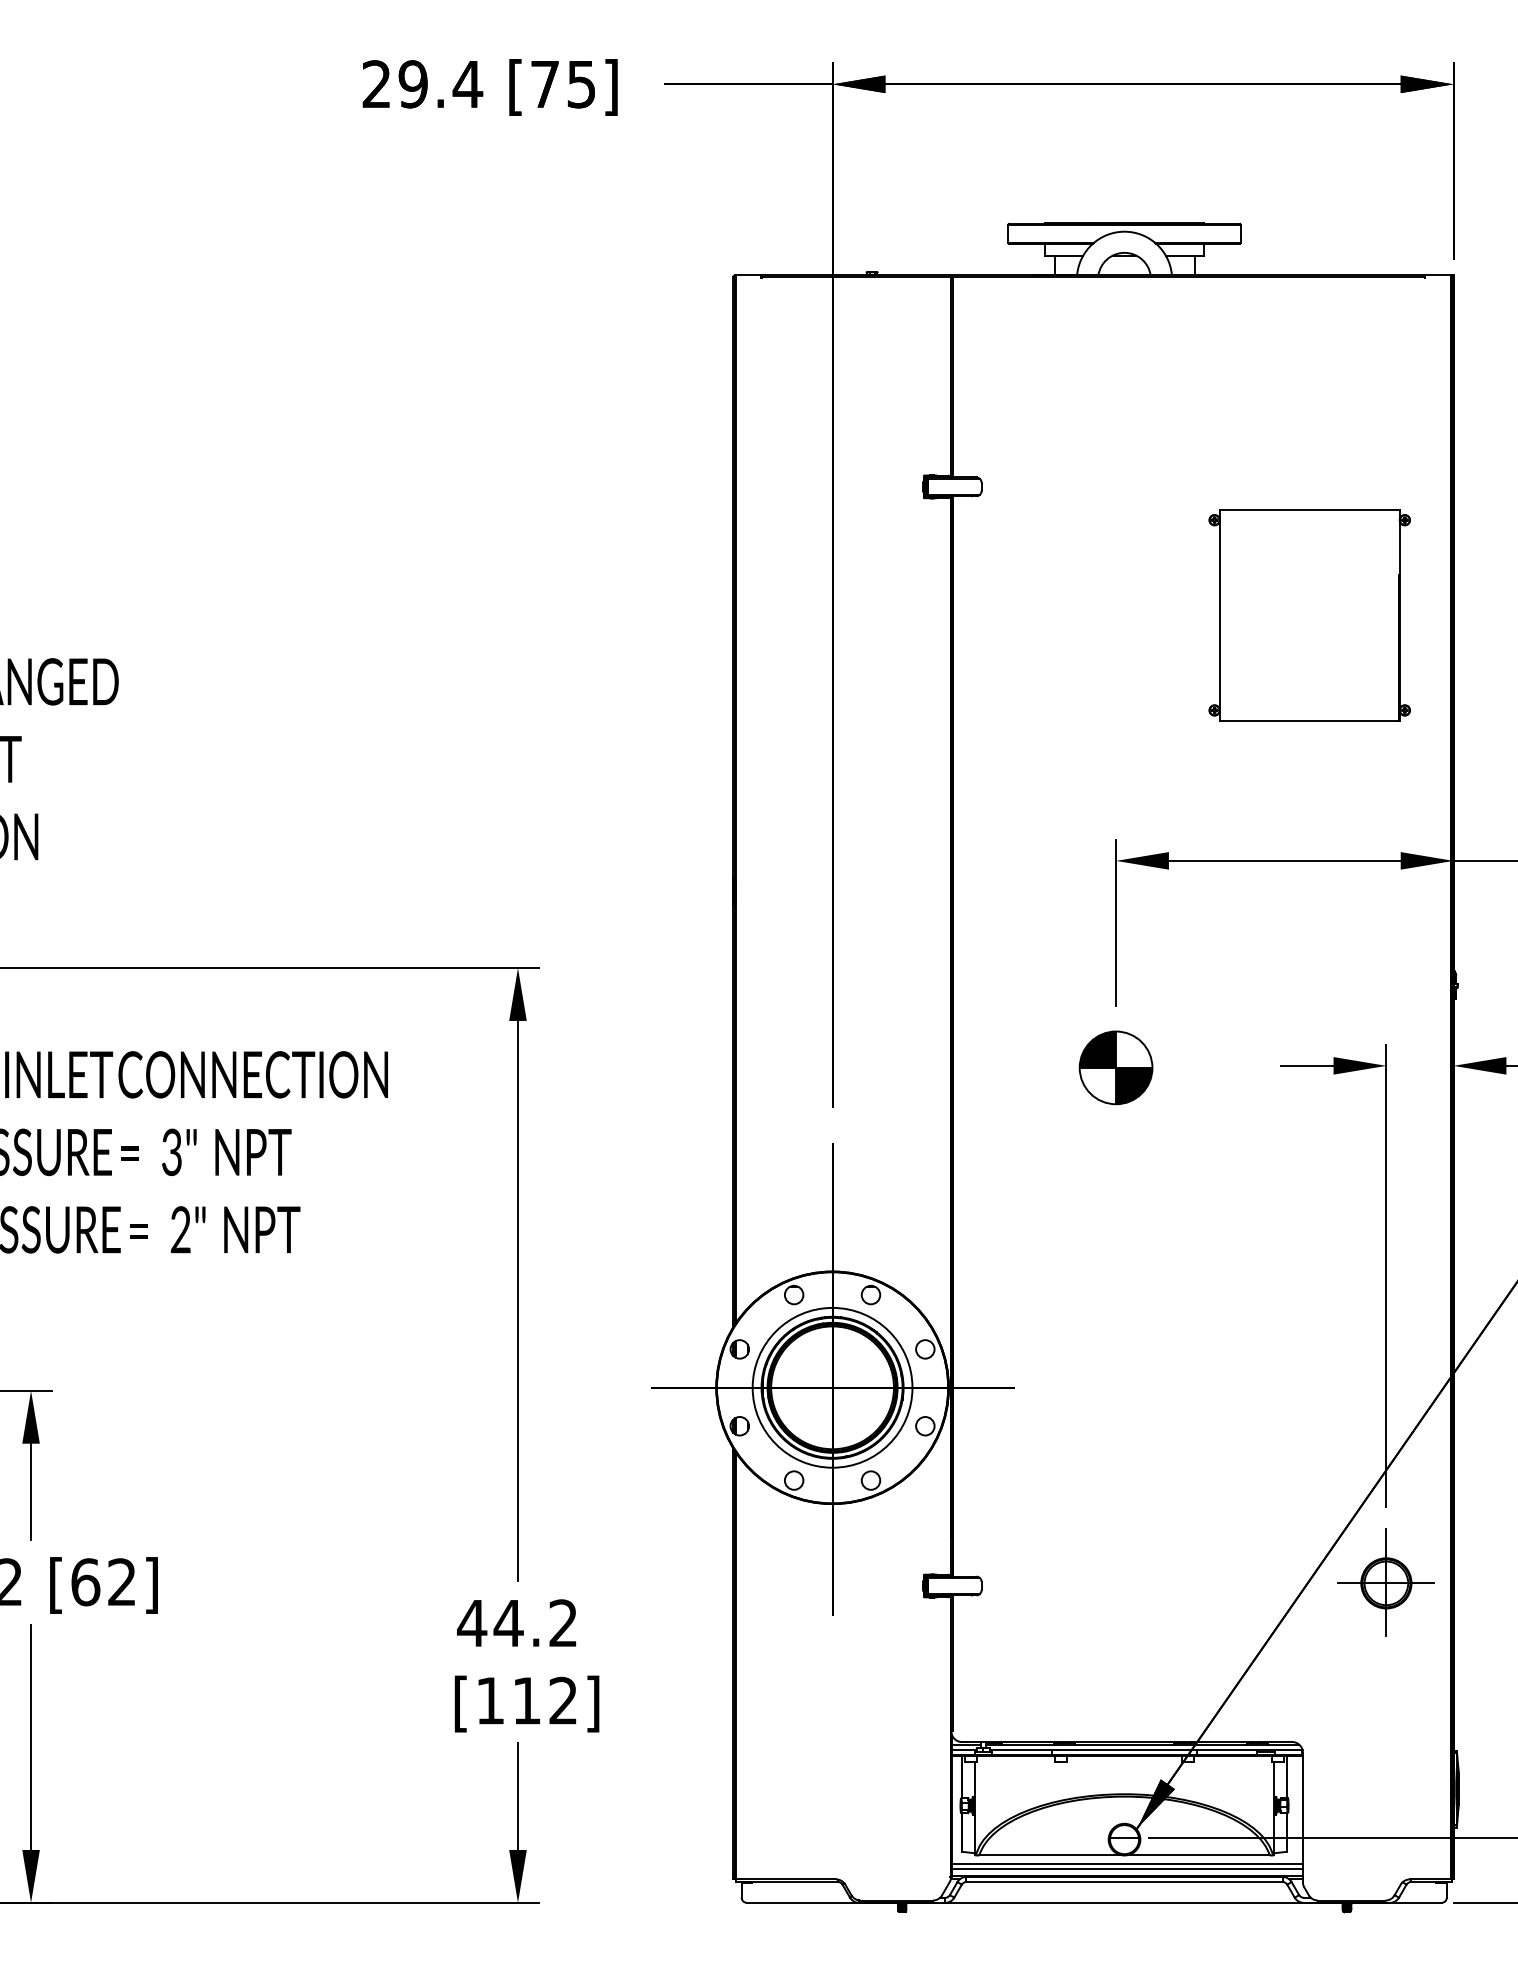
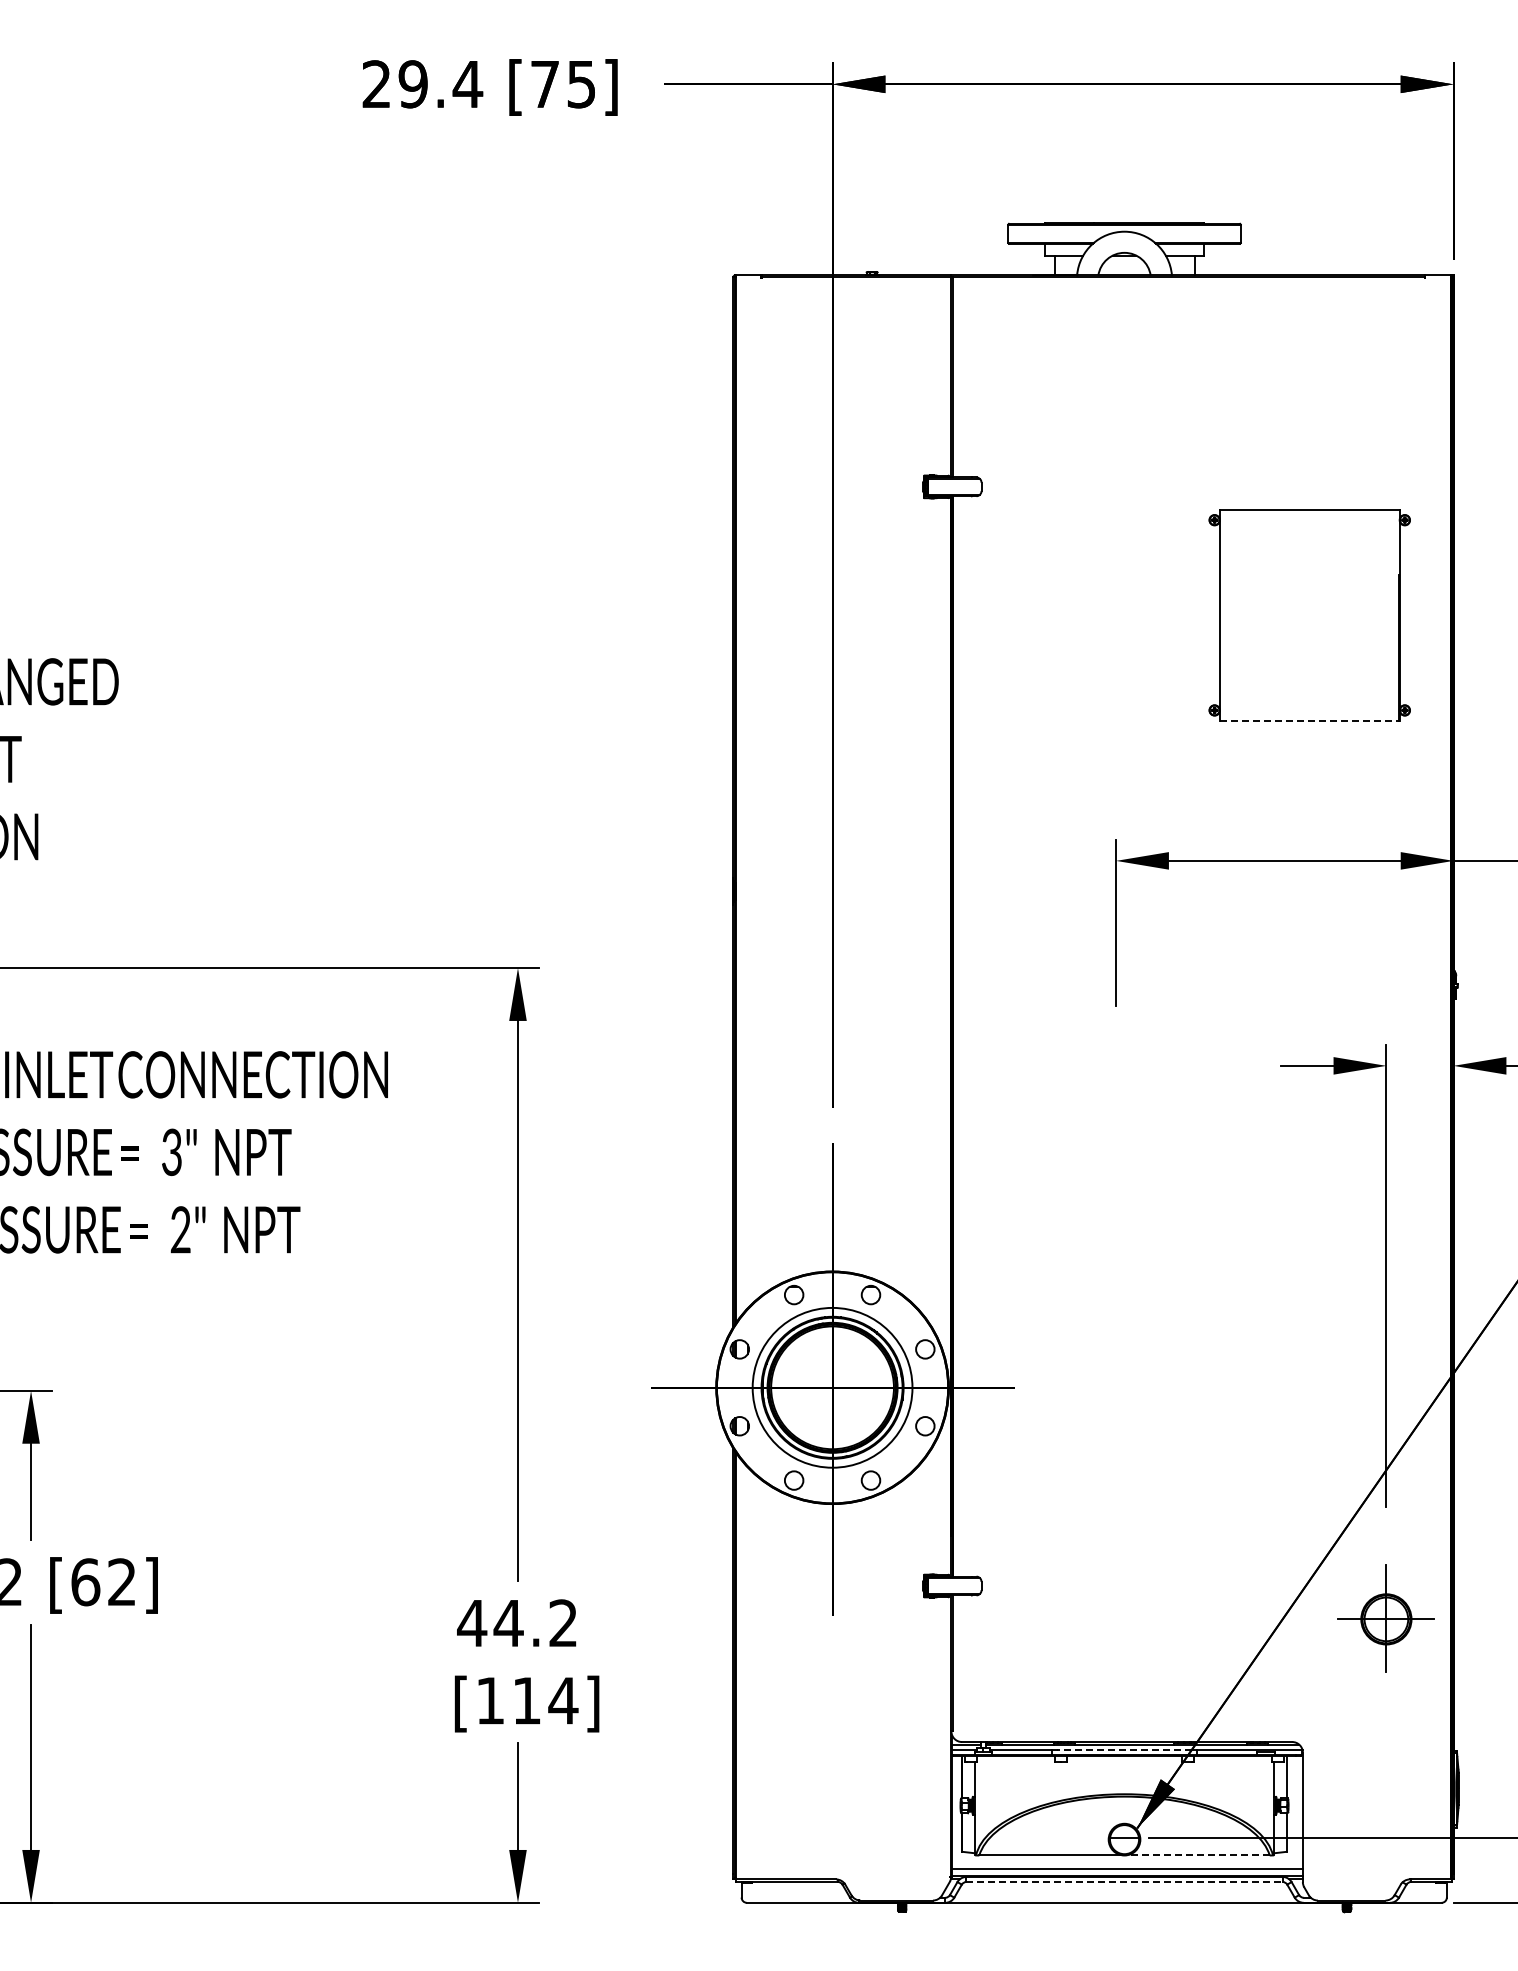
line at (1309, 721): solid -> dashed
part at (1115, 1067): present -> none
part at (1385, 1582) position: (1385, 1582) -> (1385, 1618)
text at (563, 1700): [112] -> [114]
line at (1124, 1749): solid -> dashed
line at (1197, 1855): solid -> dashed
line at (1127, 1863): present -> none
line at (1125, 1882): solid -> dashed
